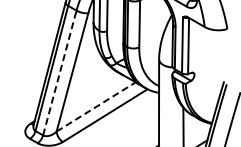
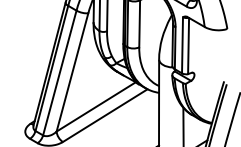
line at (59, 73): dashed -> solid
line at (96, 106): dashed -> solid
